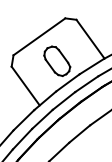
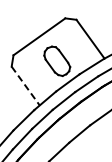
line at (25, 86): solid -> dashed
